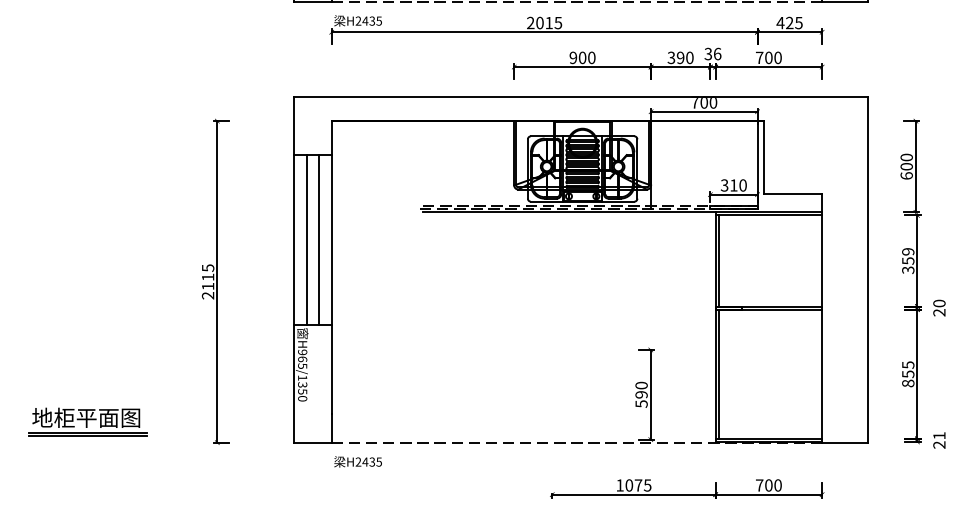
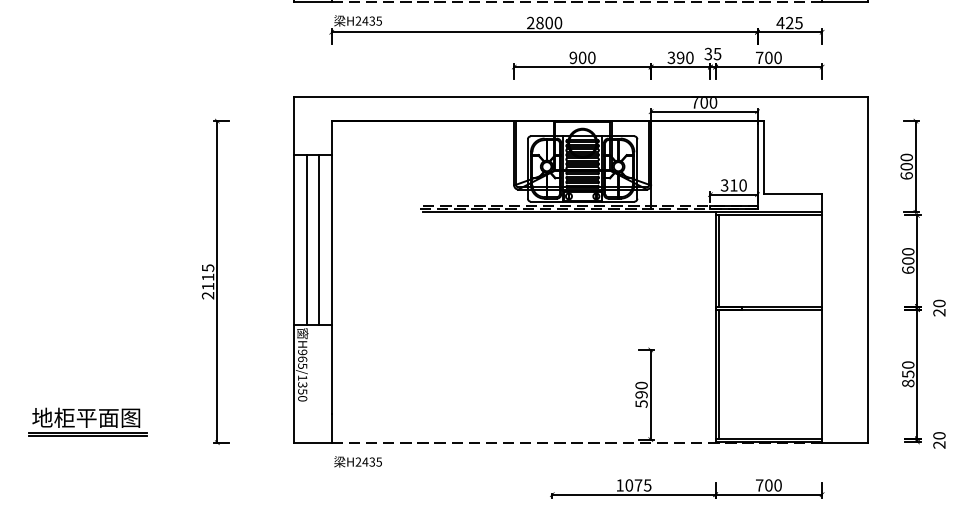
text at (549, 22): 2015 -> 2800
text at (717, 53): 36 -> 35
text at (908, 261): 359 -> 600
text at (908, 364): 855 -> 850
text at (939, 435): 21 -> 20
